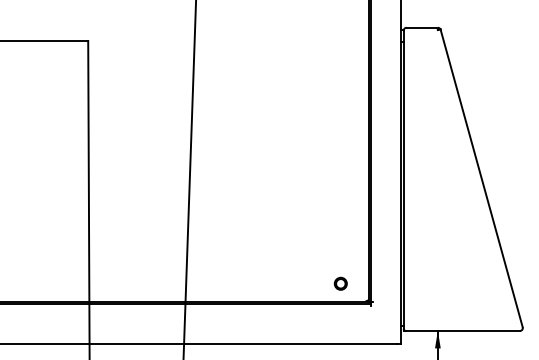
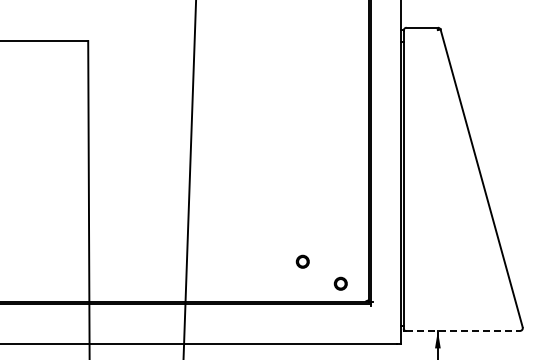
part at (302, 261): none -> present
line at (462, 330): solid -> dashed
